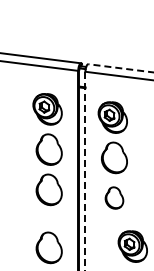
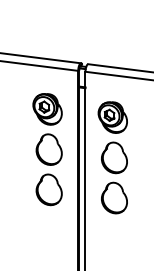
line at (120, 68): dashed -> solid
line at (85, 171): dashed -> solid
part at (114, 197) size: 21x24 px -> 27x34 px
part at (132, 246): present -> none
part at (48, 247): present -> none
